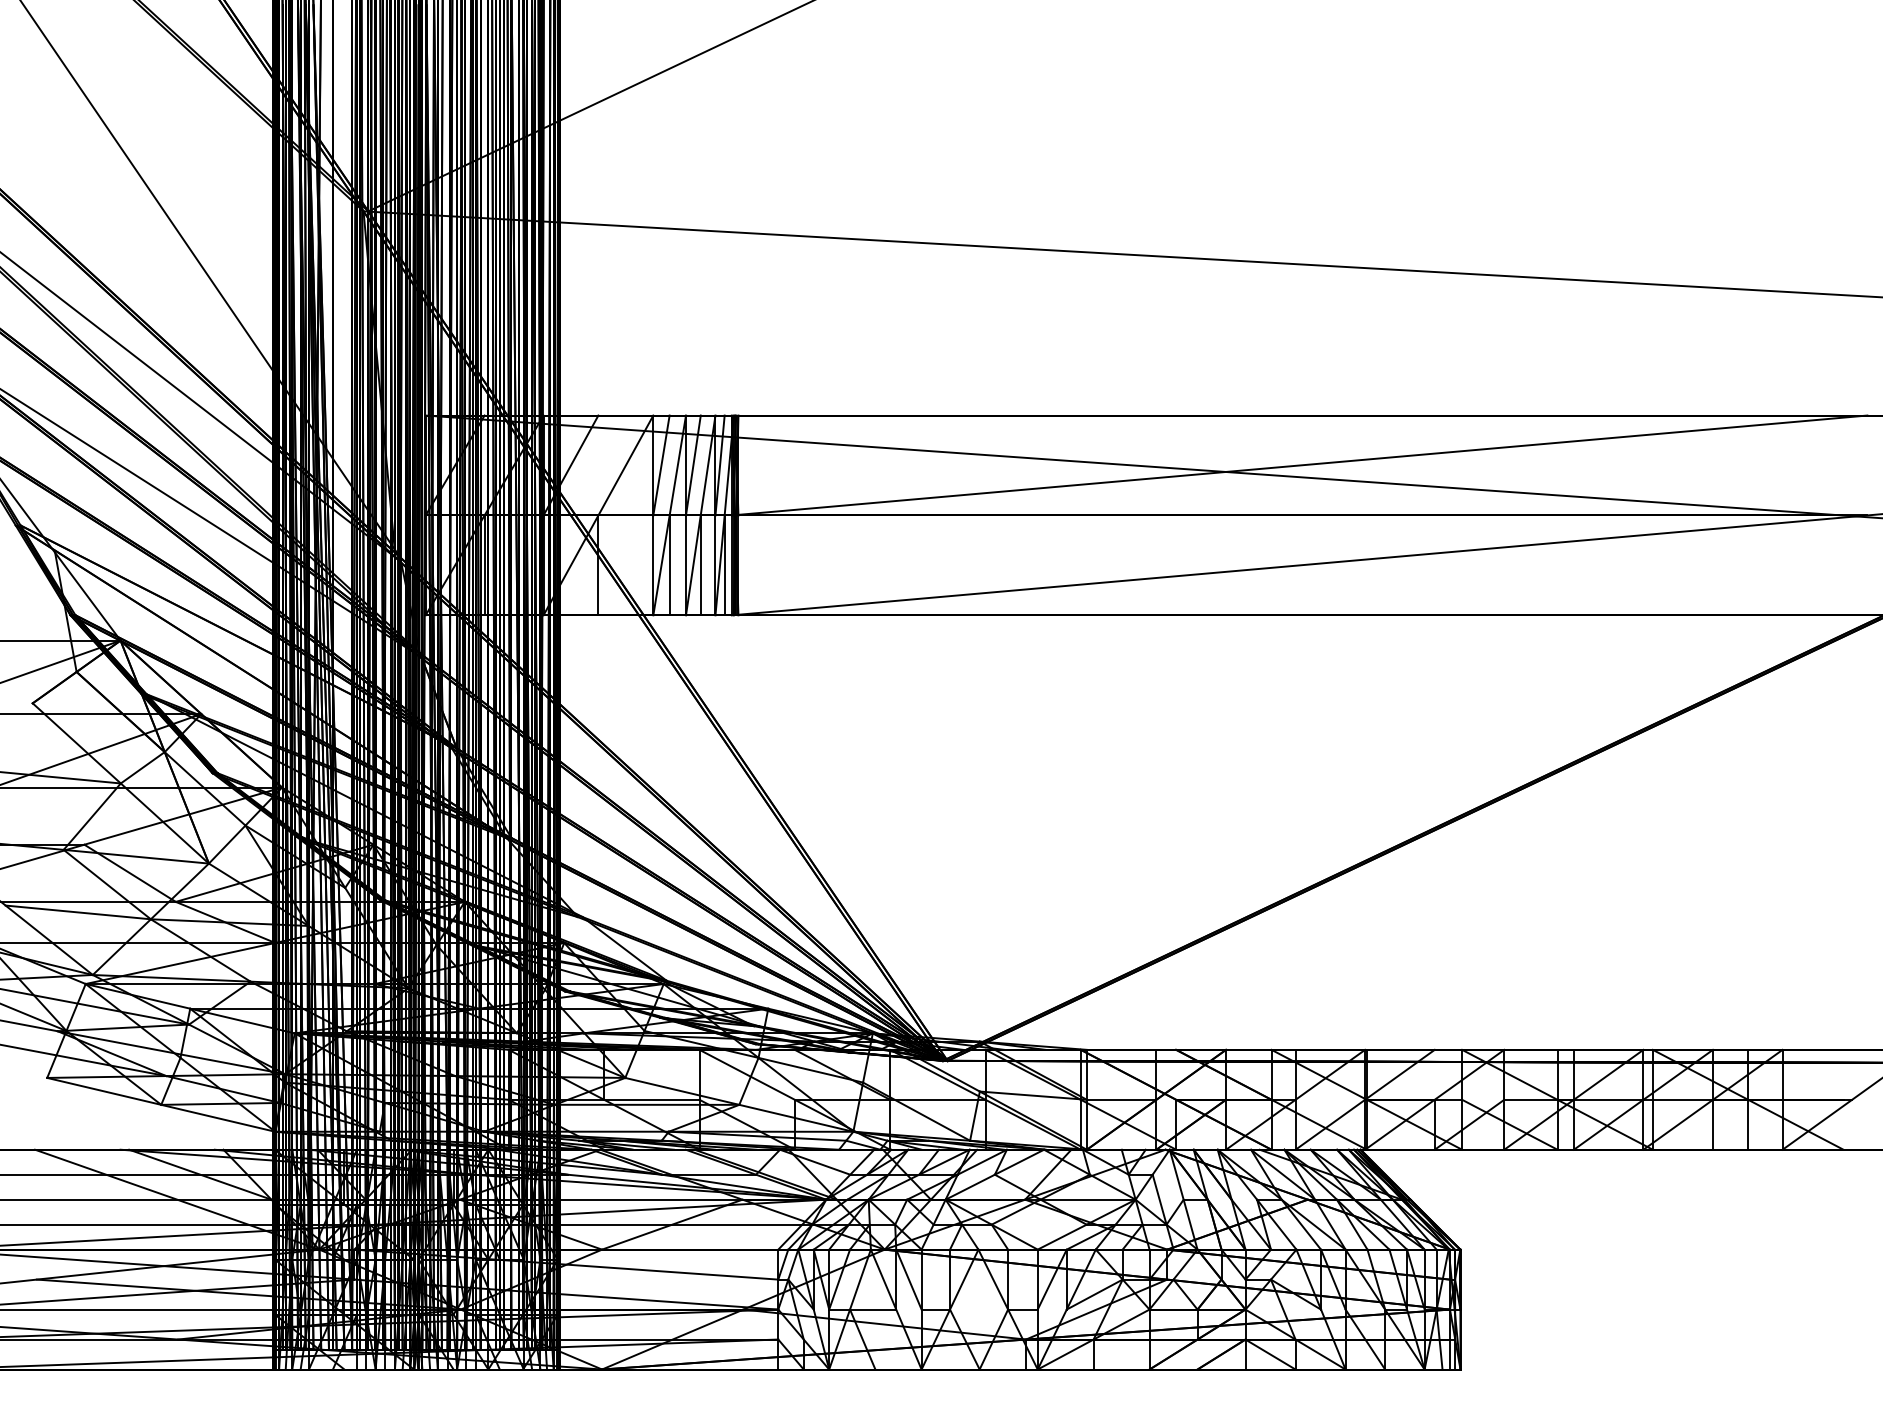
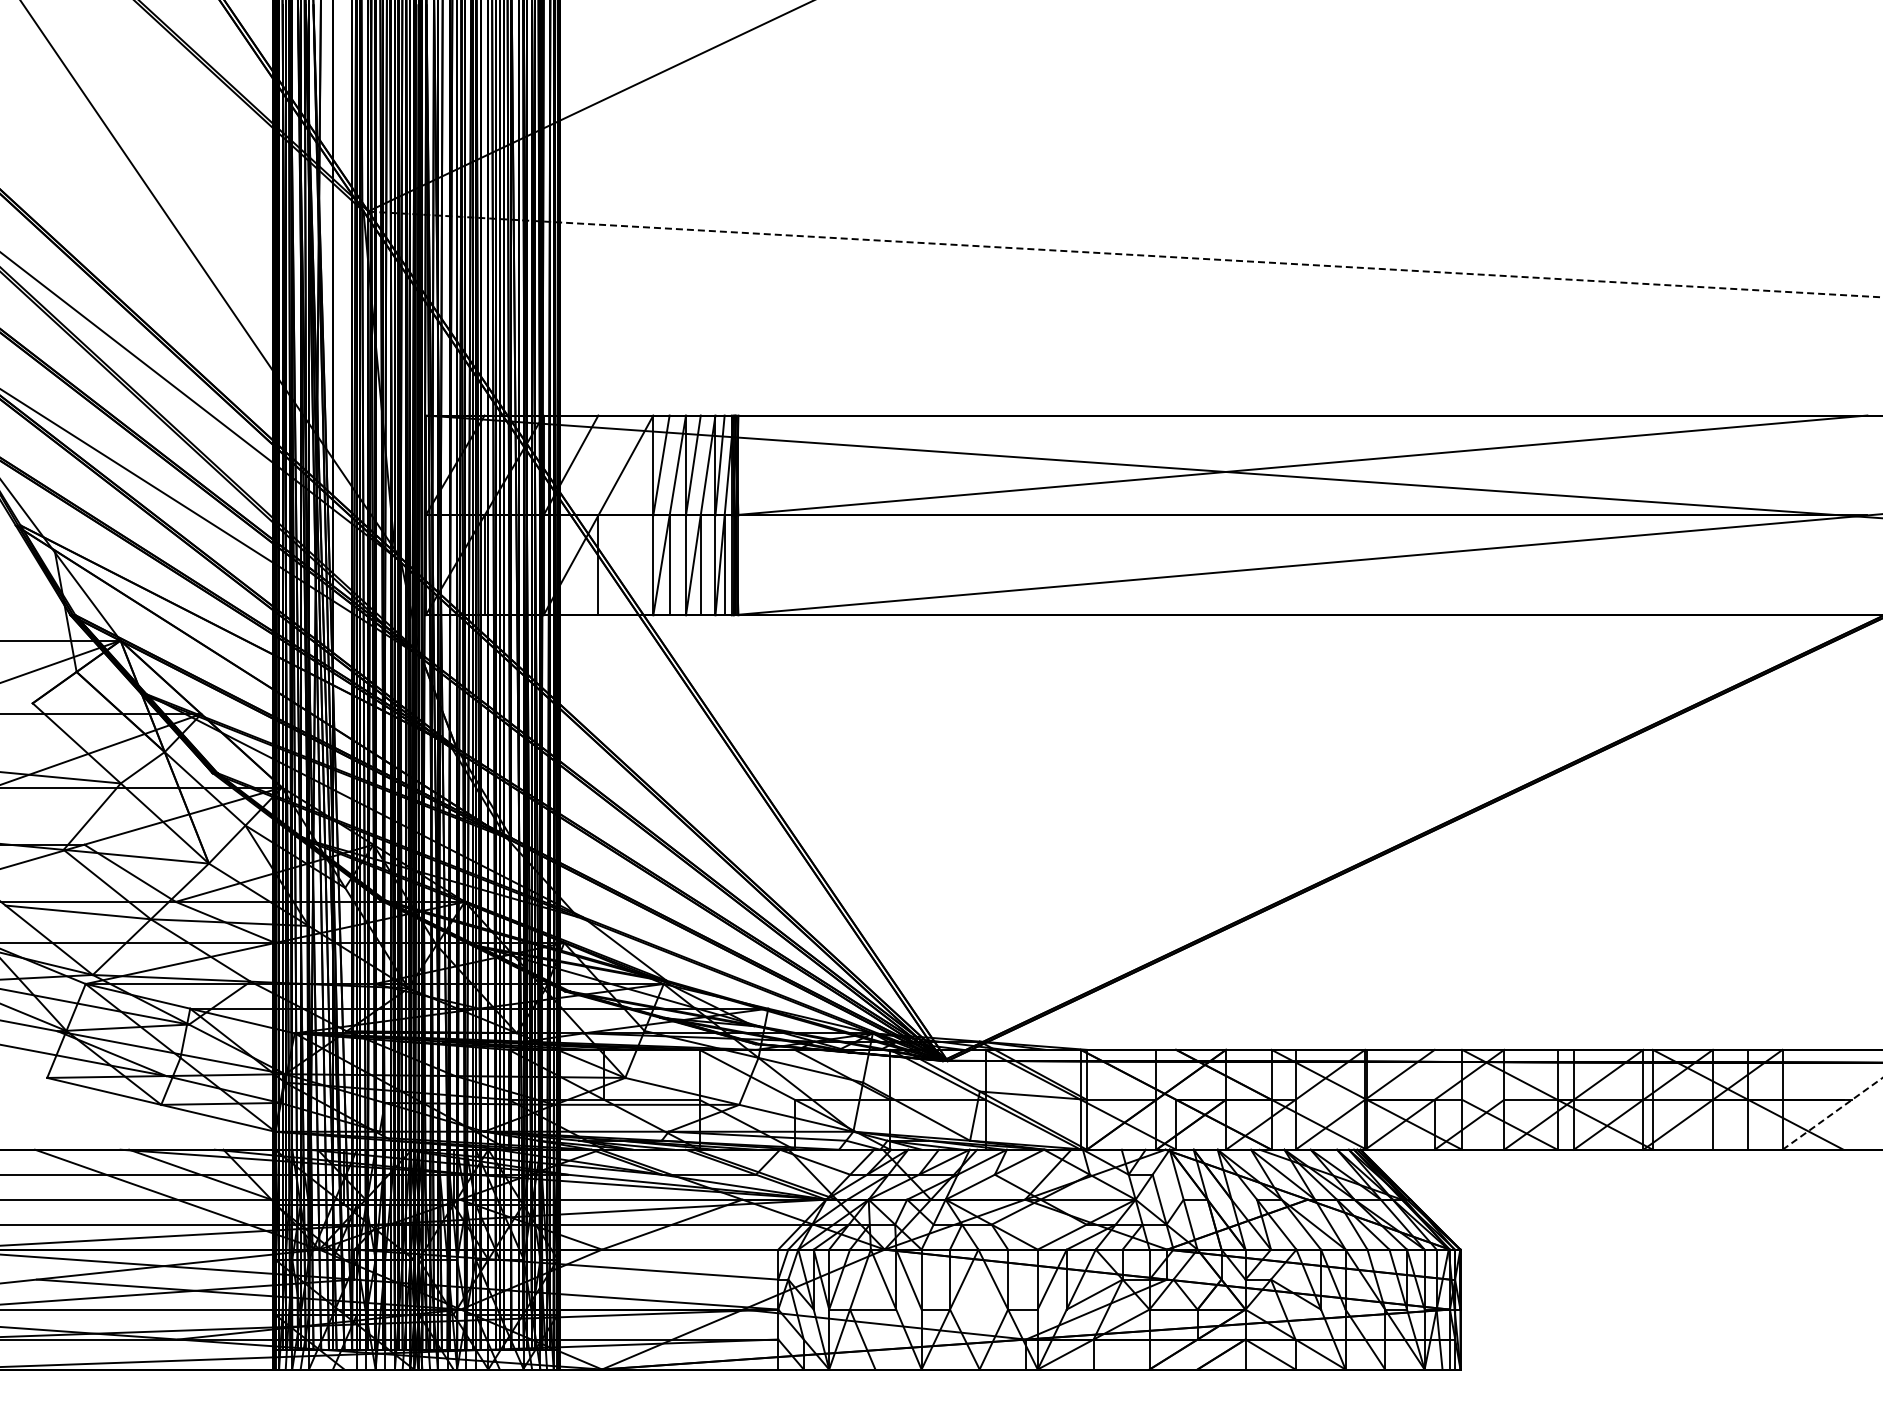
line at (1122, 254): solid -> dashed
line at (1832, 1113): solid -> dashed
